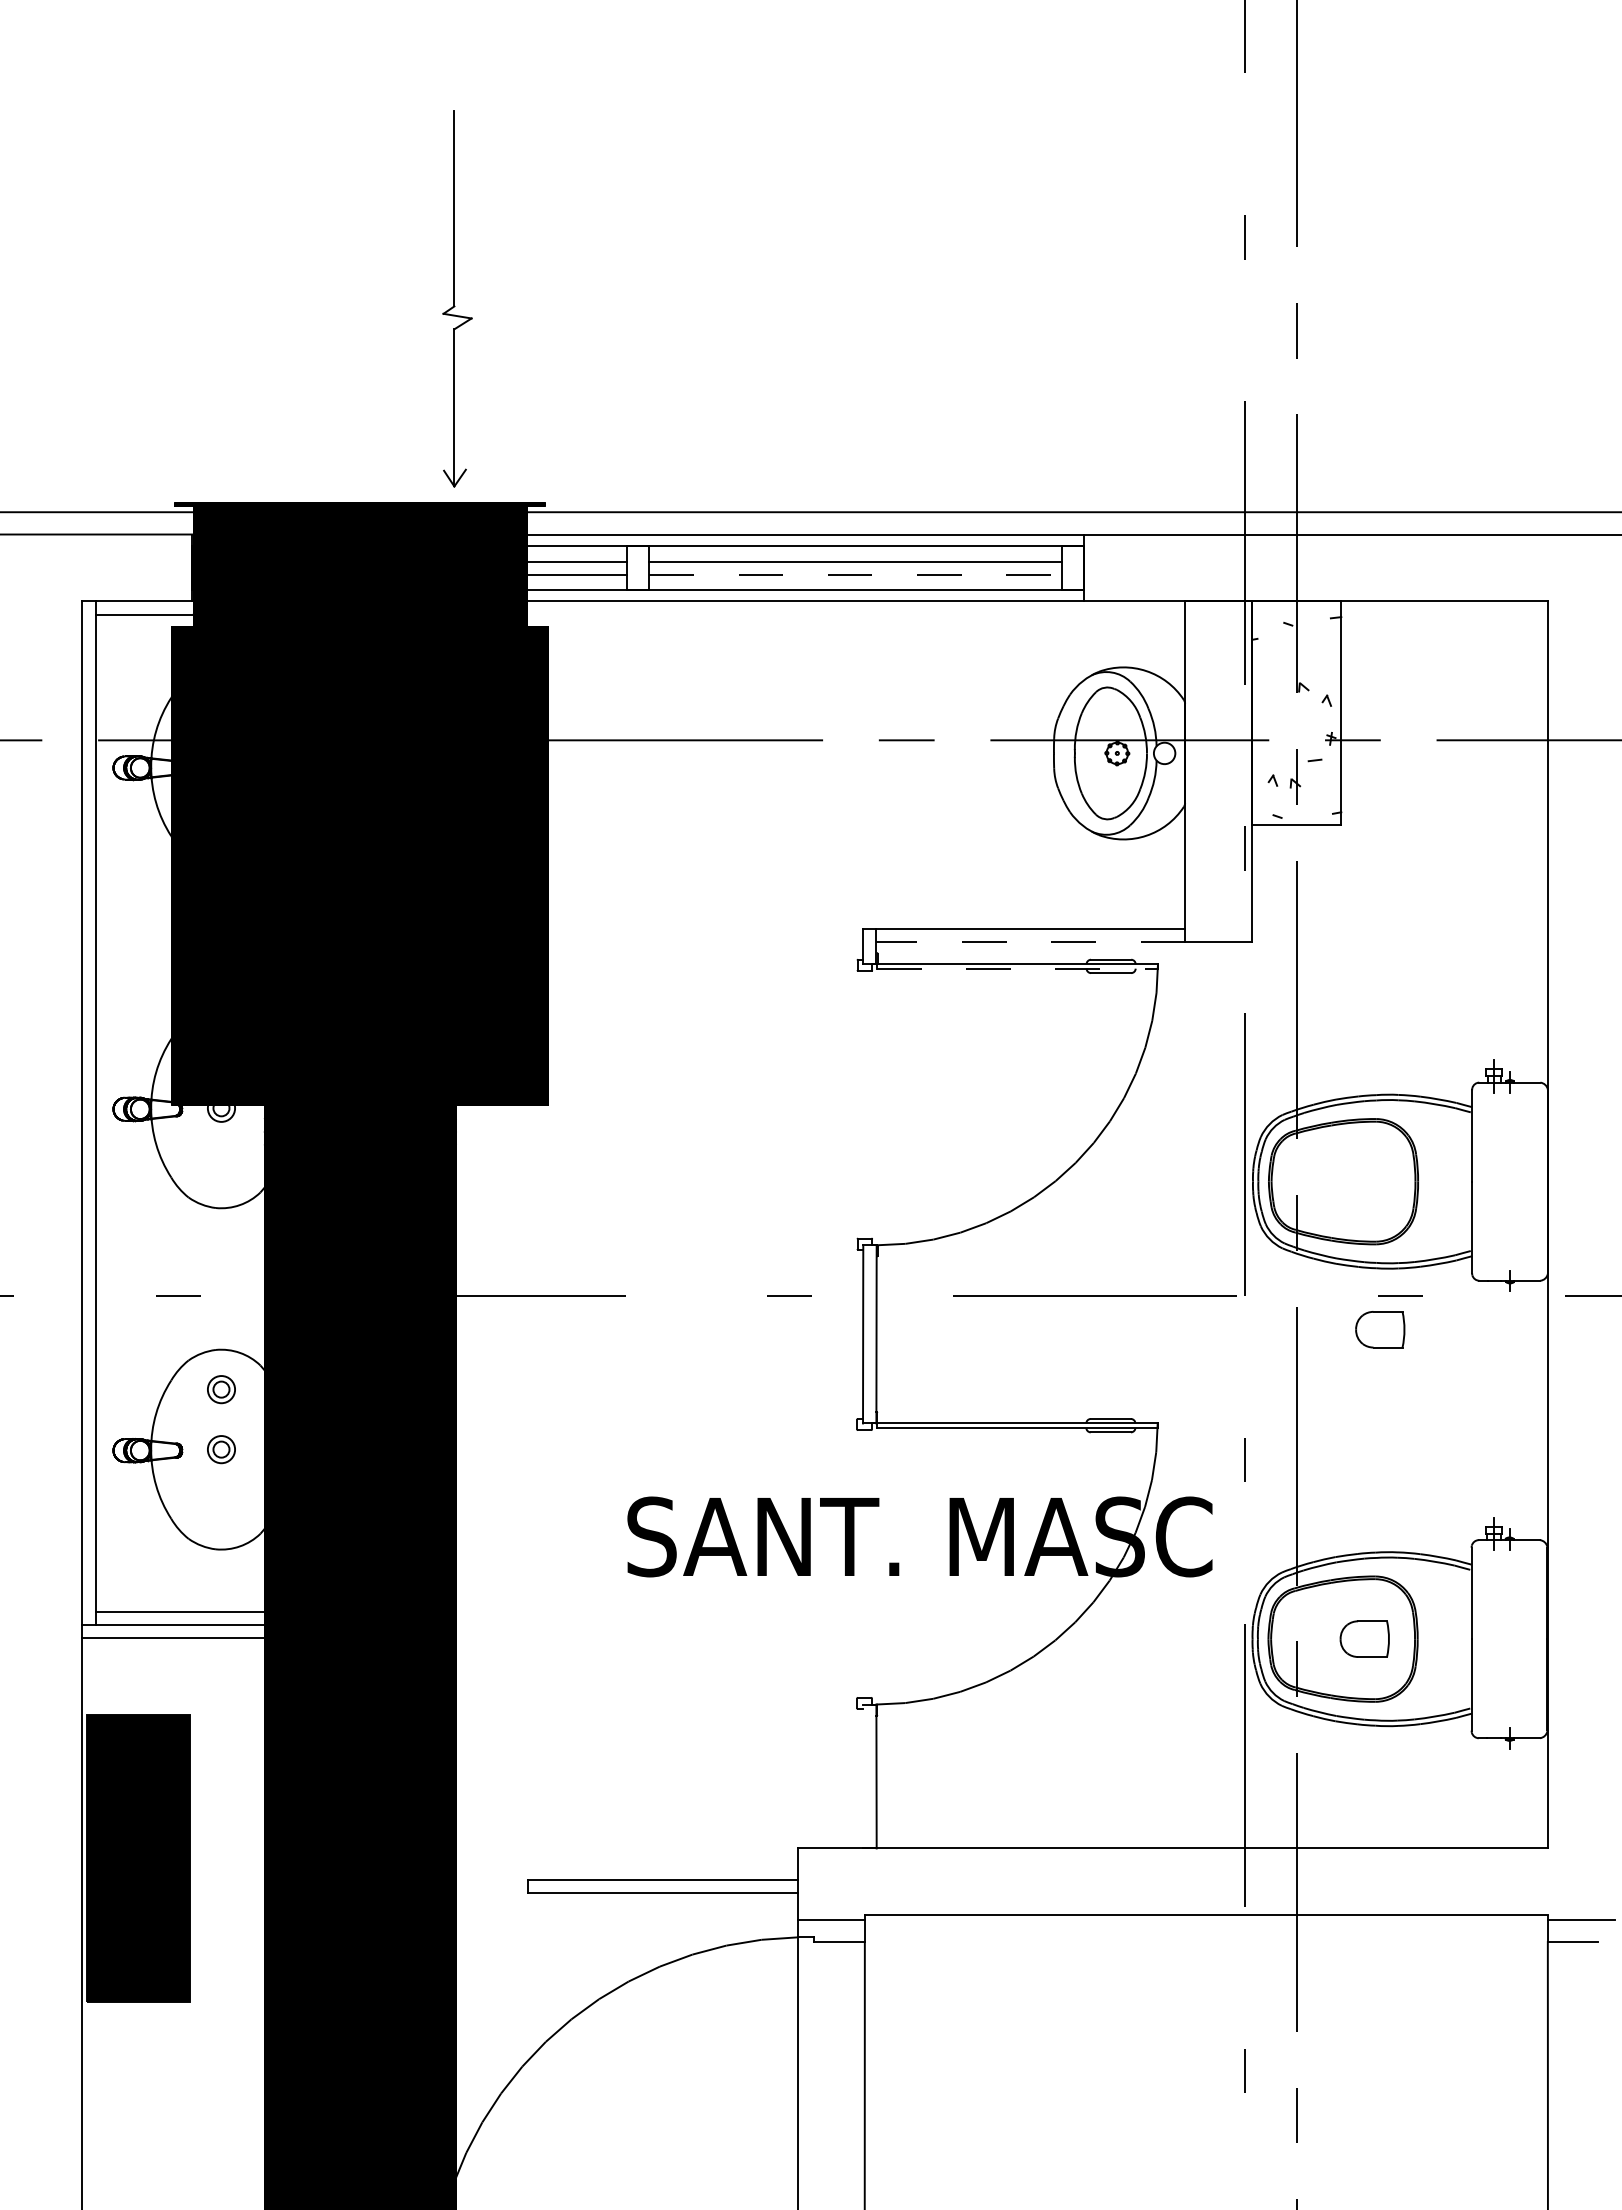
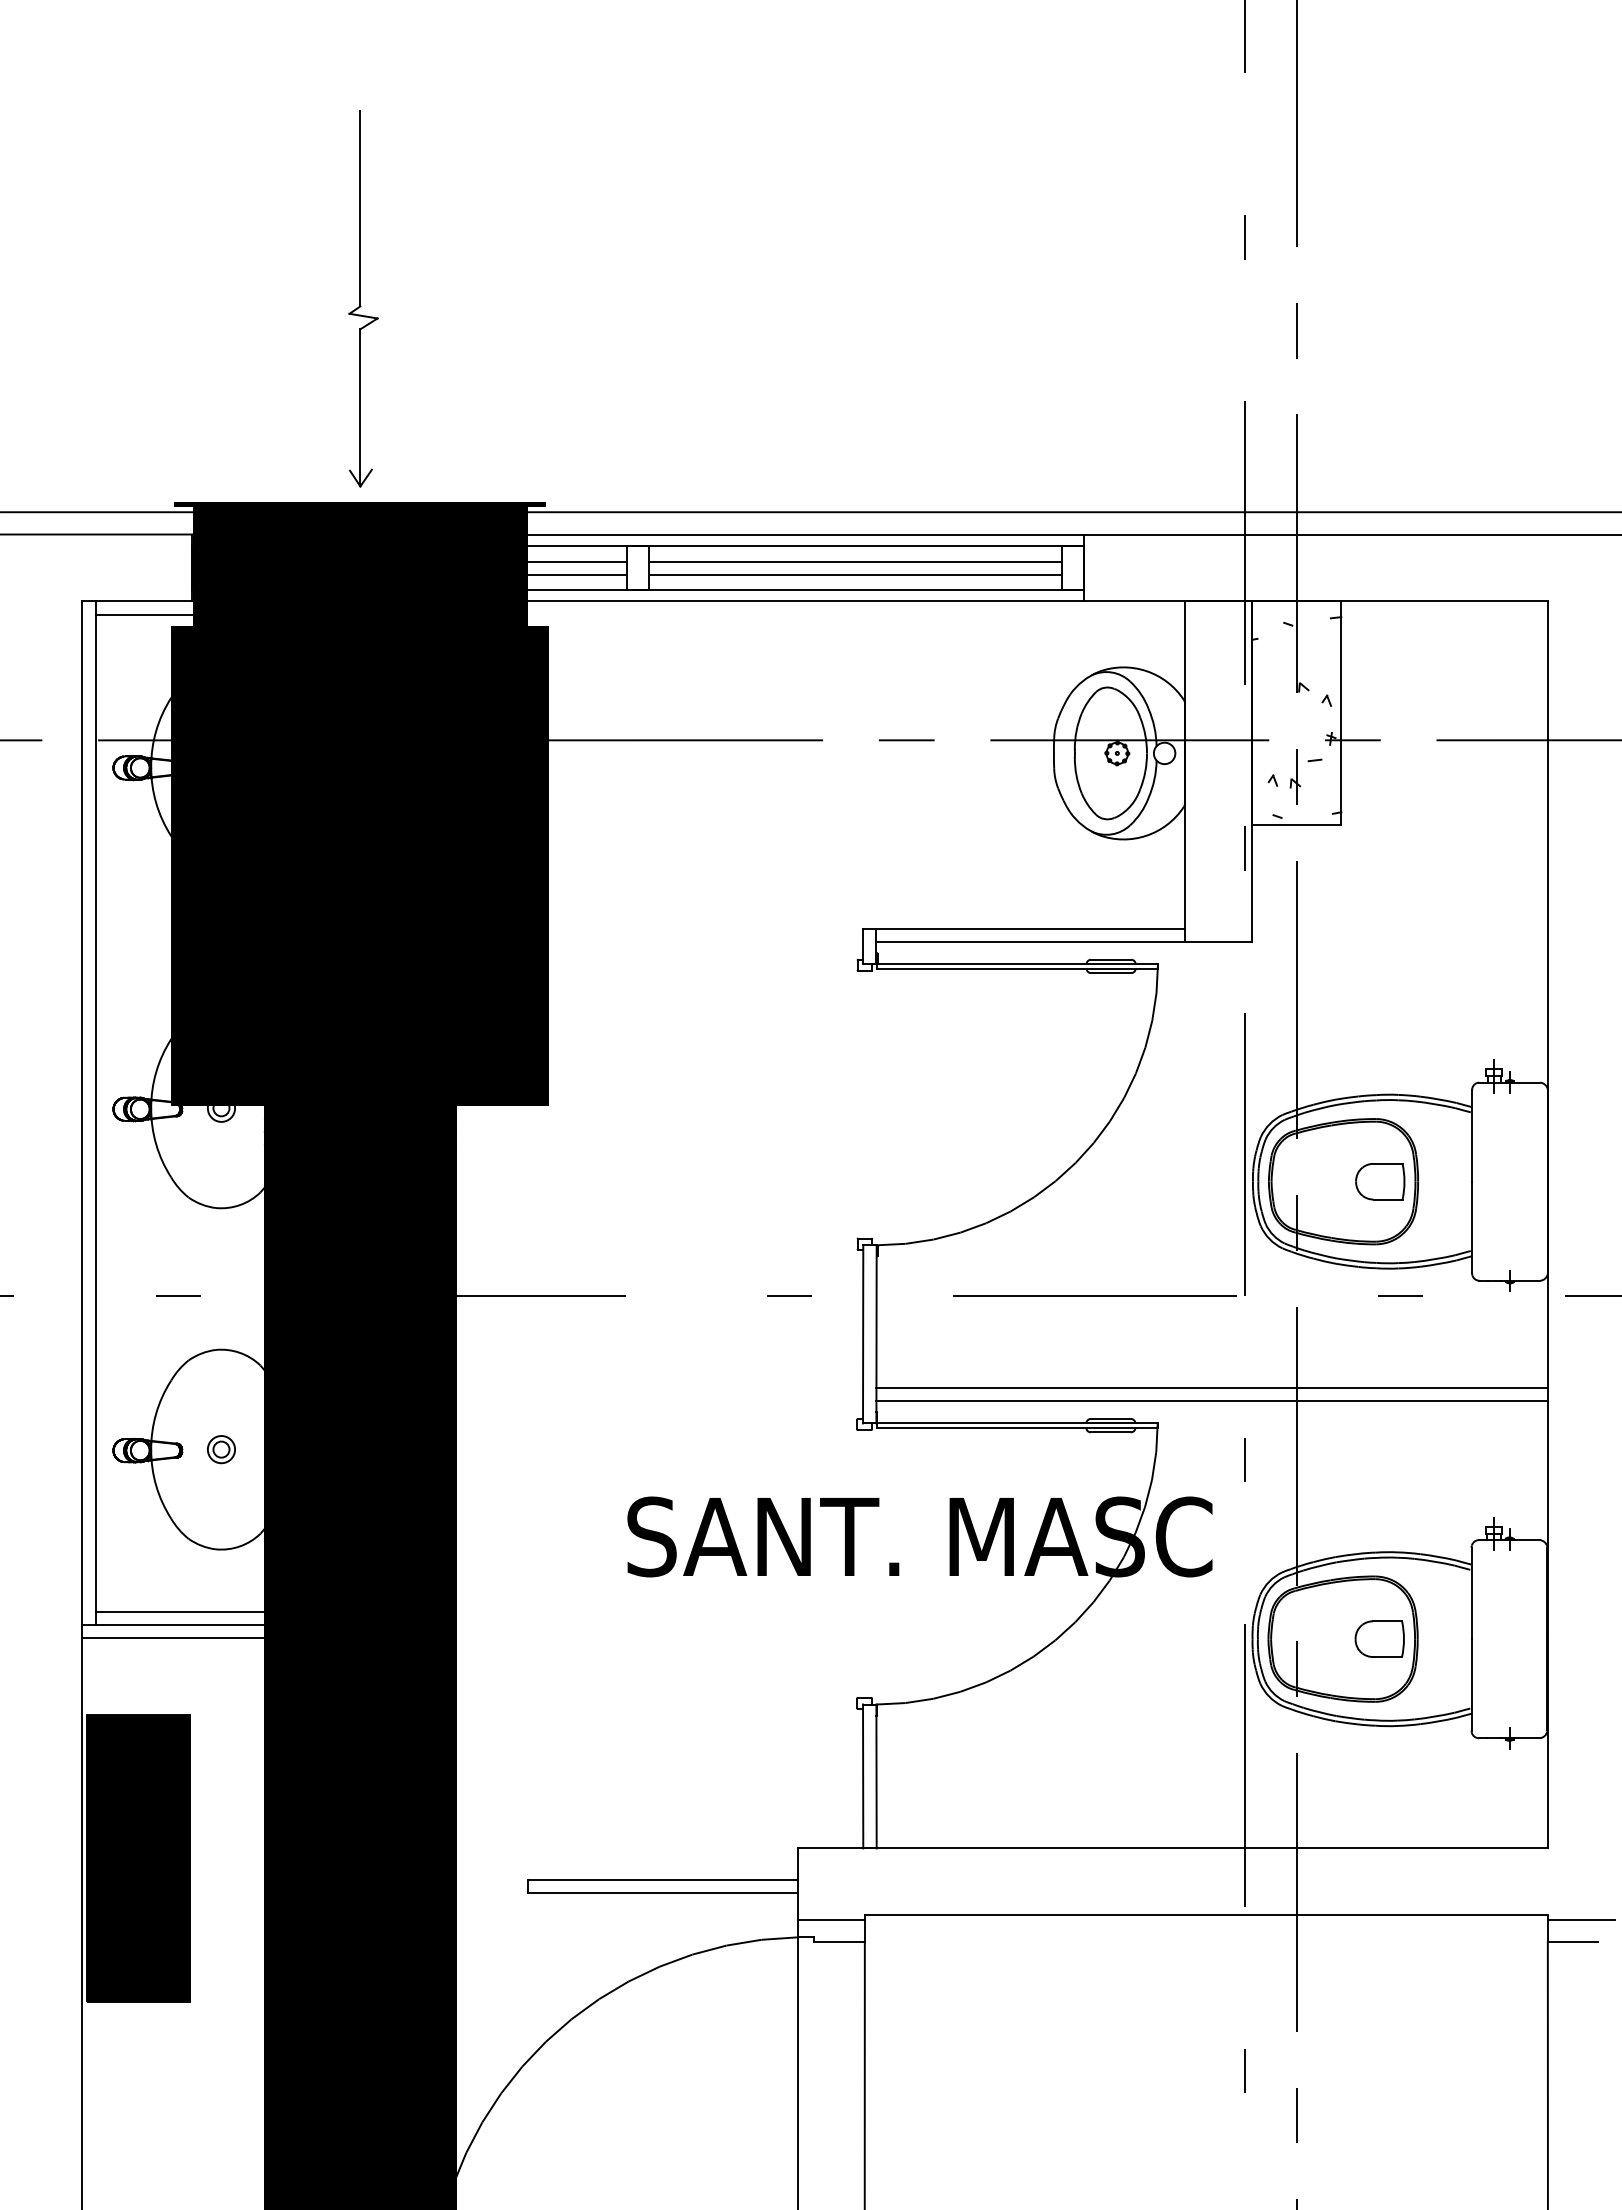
part at (457, 298) position: (457, 298) -> (363, 298)
line at (856, 575): dashed -> solid
line at (1030, 941): dashed -> solid
line at (1017, 968): dashed -> solid
part at (1380, 1329) position: (1380, 1329) -> (1380, 1181)
line at (1211, 1387): none -> present
part at (221, 1389): present -> none
line at (1211, 1401): none -> present
part at (1364, 1638) position: (1364, 1638) -> (1379, 1638)
line at (863, 1776): none -> present
